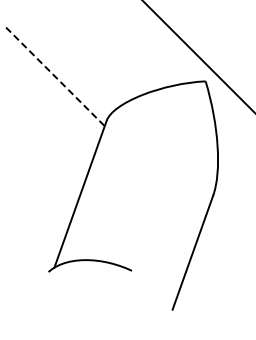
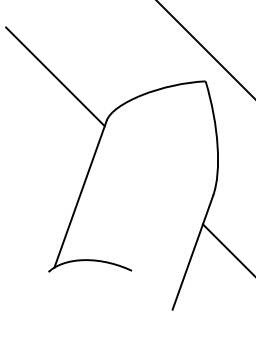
line at (198, 56) position: (198, 56) -> (205, 49)
line at (55, 76): dashed -> solid
line at (227, 248): none -> present
